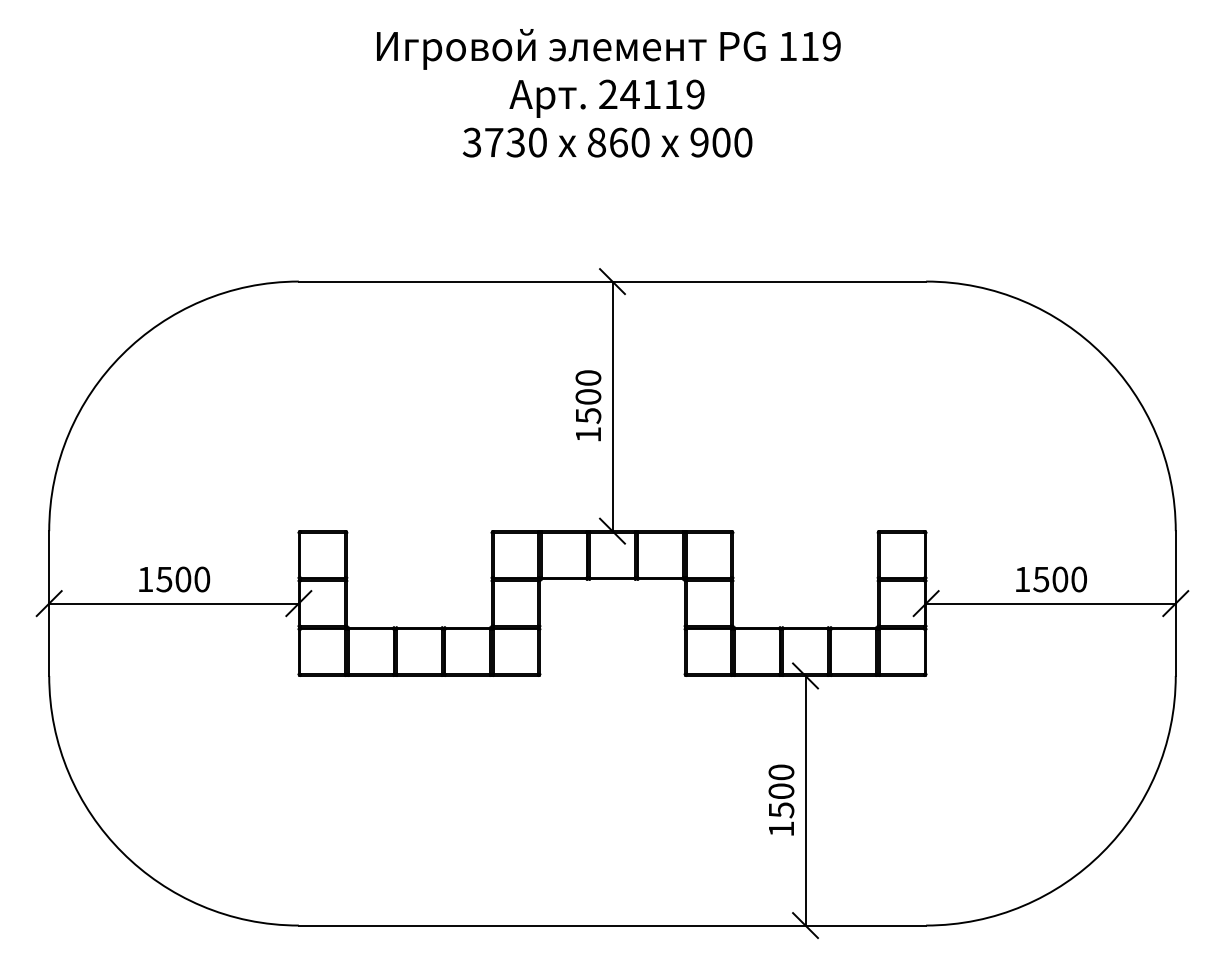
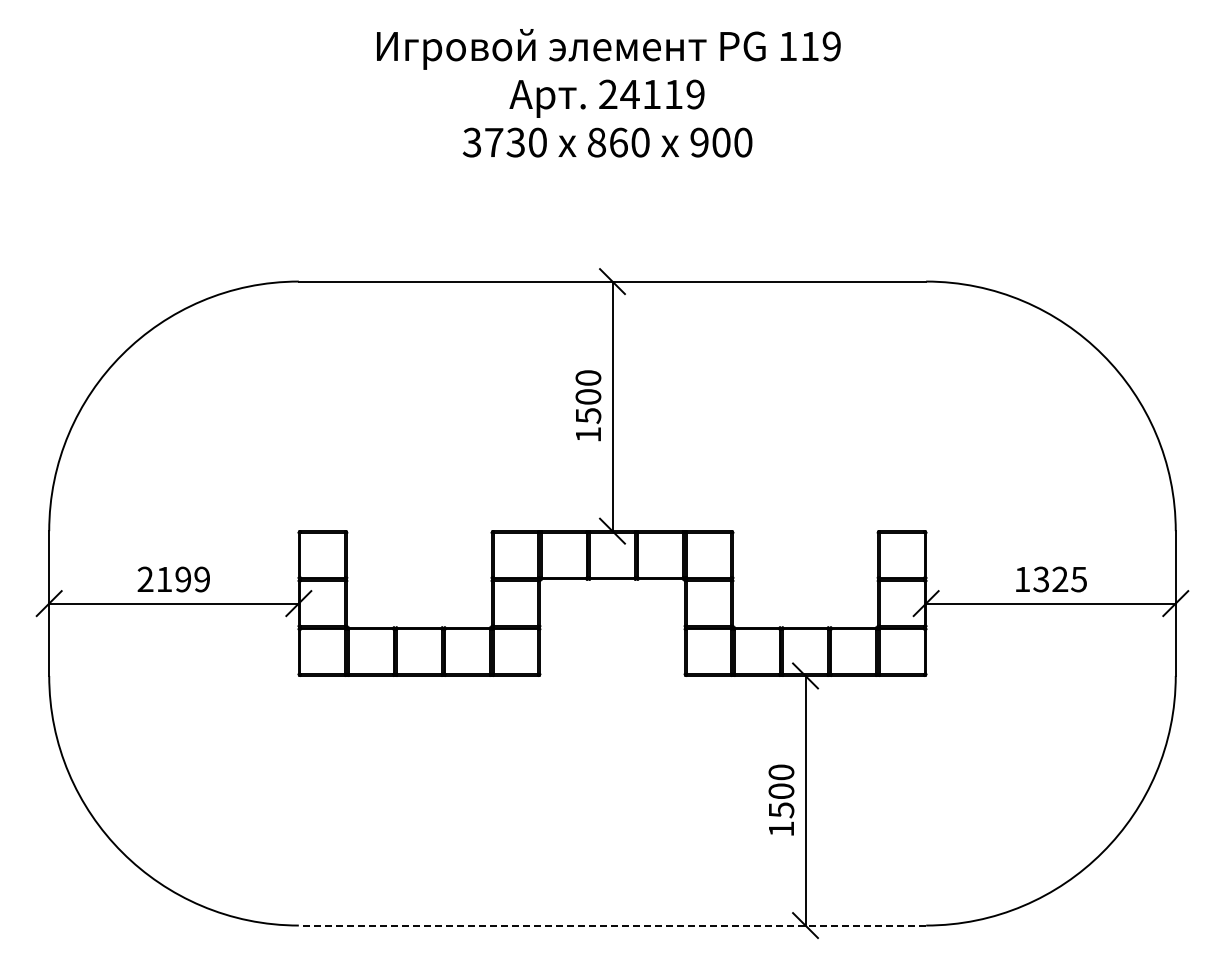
text at (173, 579): 1500 -> 2199
text at (1059, 579): 1500 -> 1325
line at (612, 925): solid -> dashed
